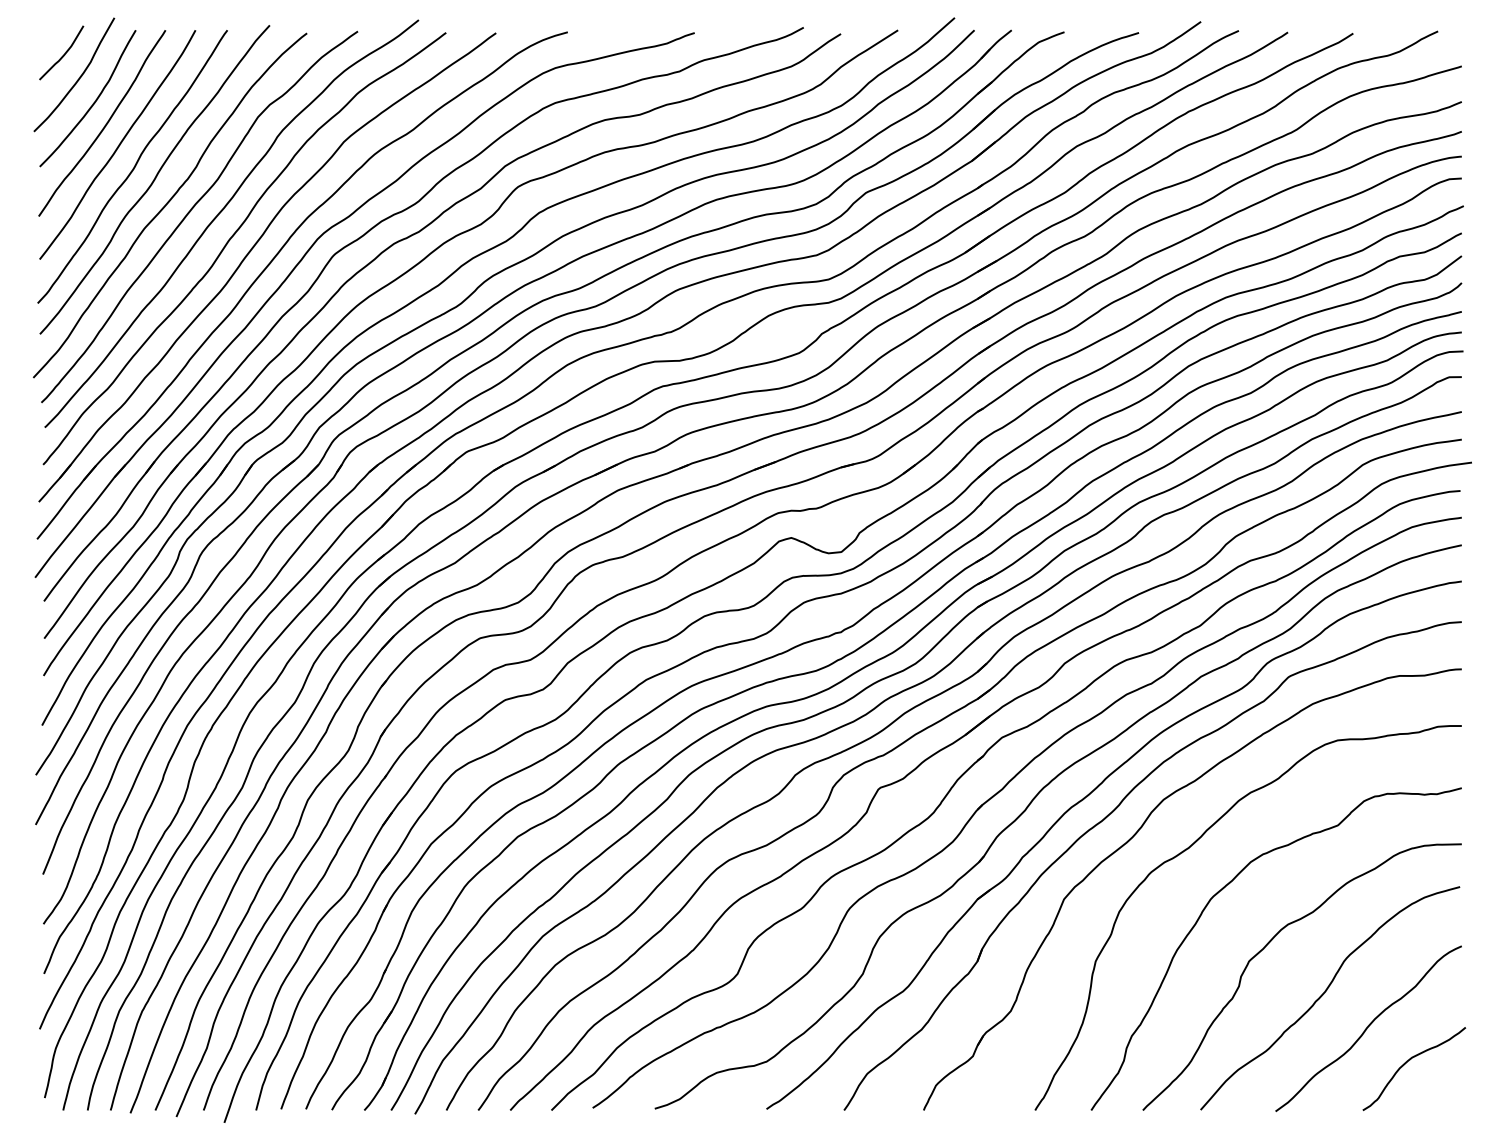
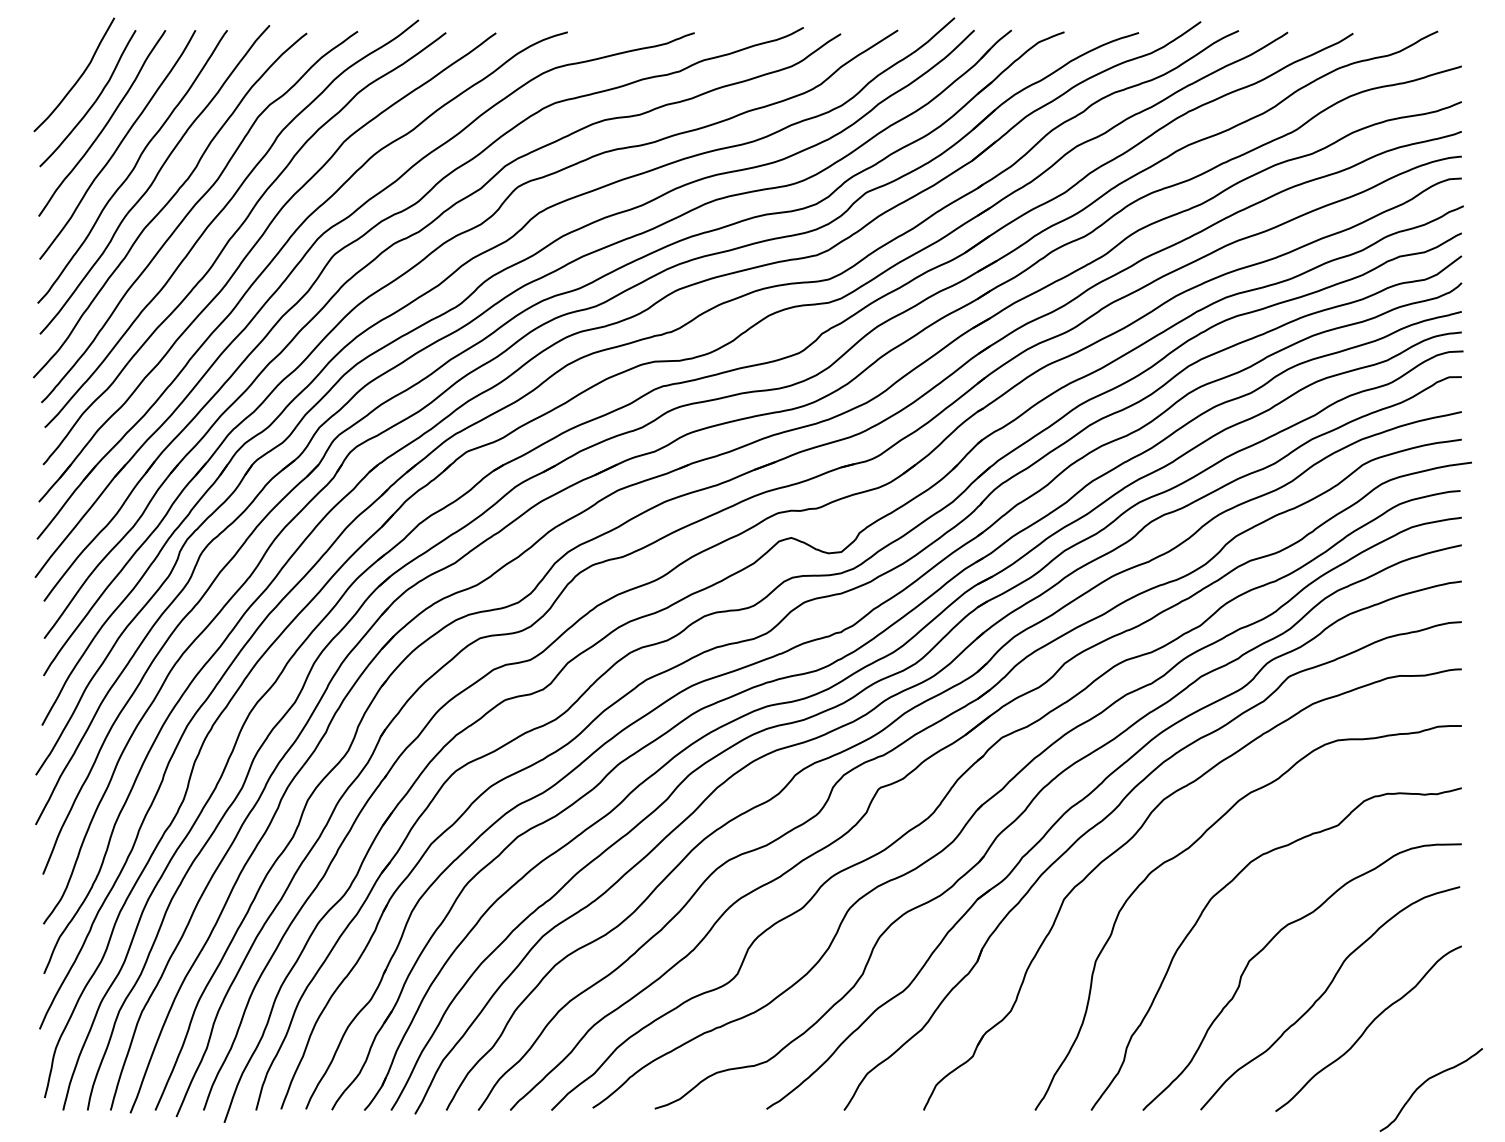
curve at (63, 54): present -> none
curve at (1410, 1060) position: (1410, 1060) -> (1427, 1081)
